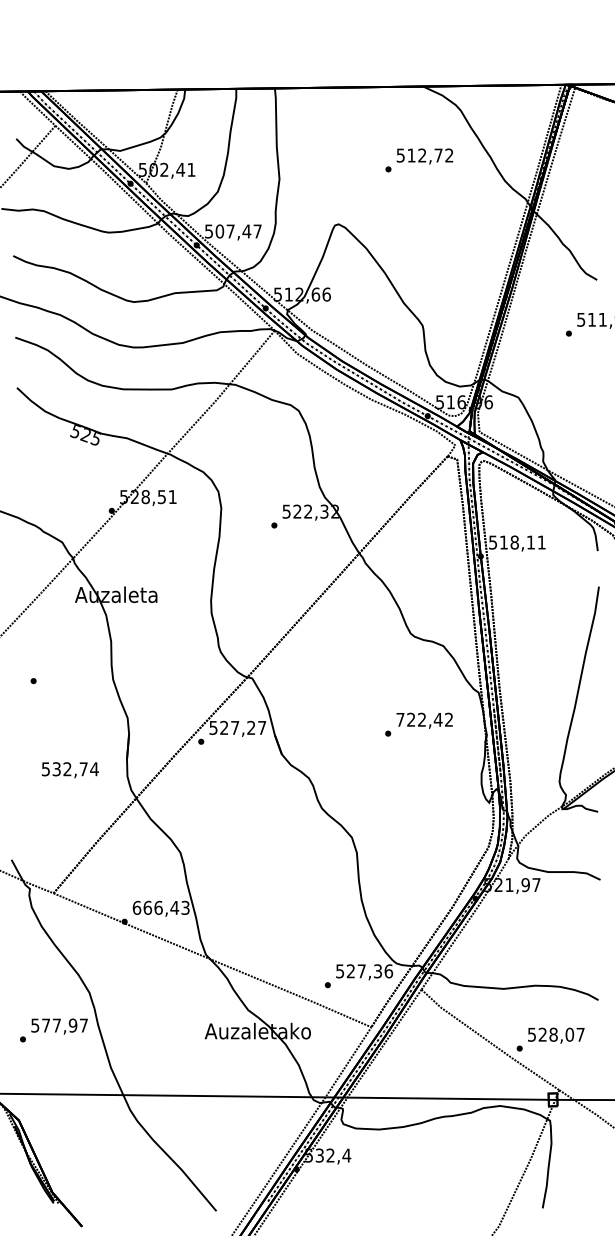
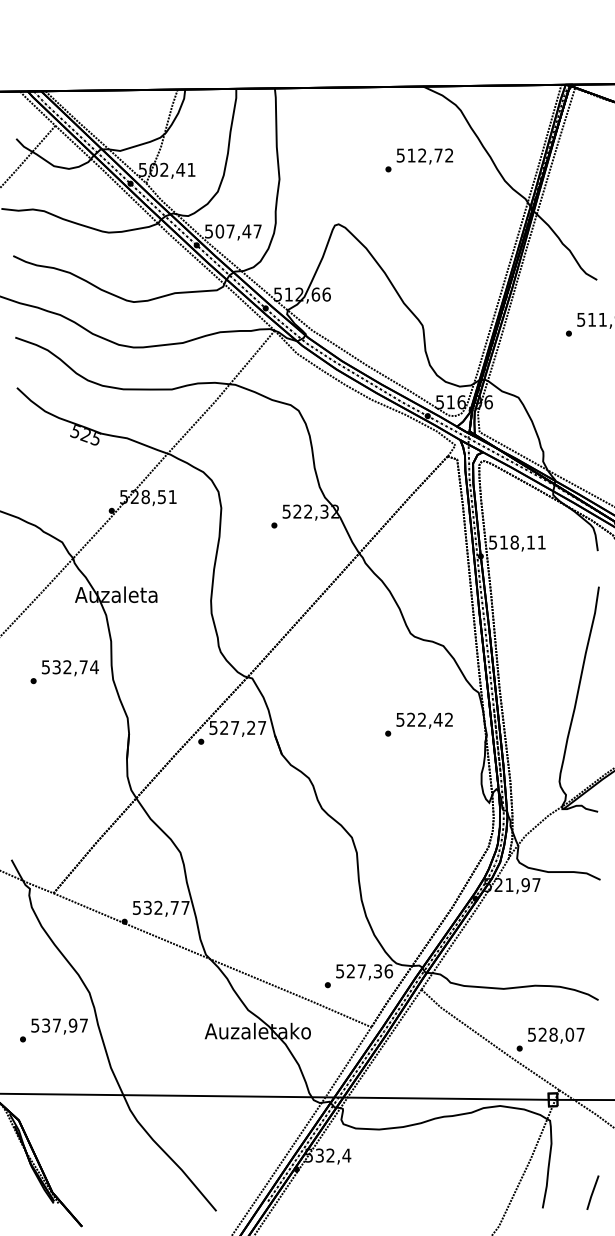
text at (400, 719): 722,42 -> 522,42
text at (70, 770) position: (70, 770) -> (70, 668)
text at (160, 907): 666,43 -> 532,77
text at (46, 1025): 577,97 -> 537,97
line at (592, 1192): none -> present
